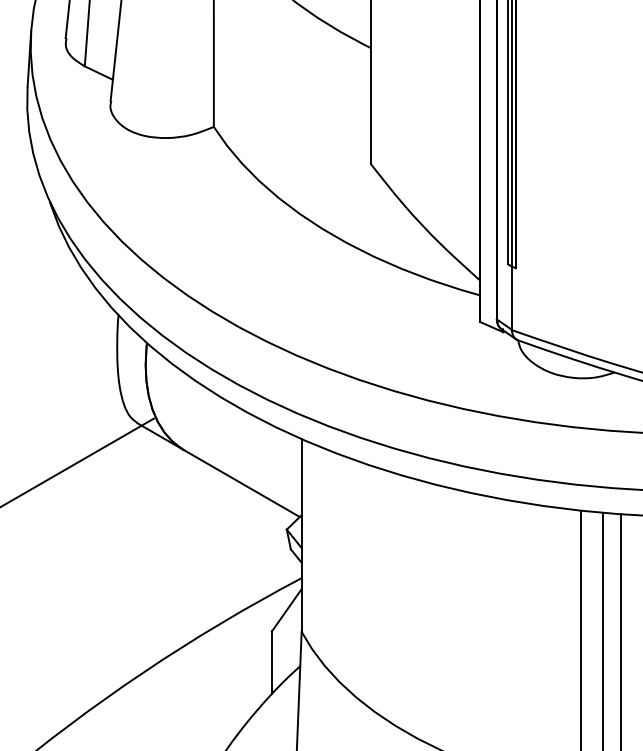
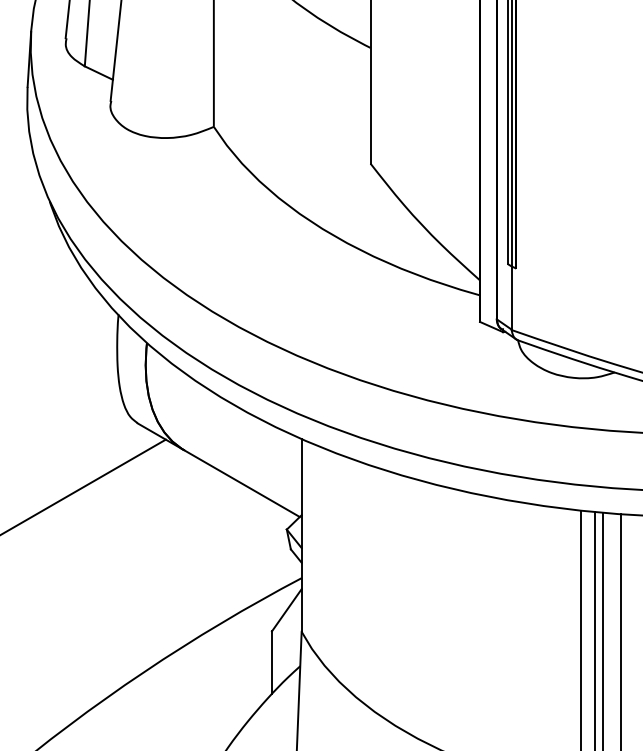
line at (77, 462) position: (77, 462) -> (83, 486)
line at (594, 629): none -> present
